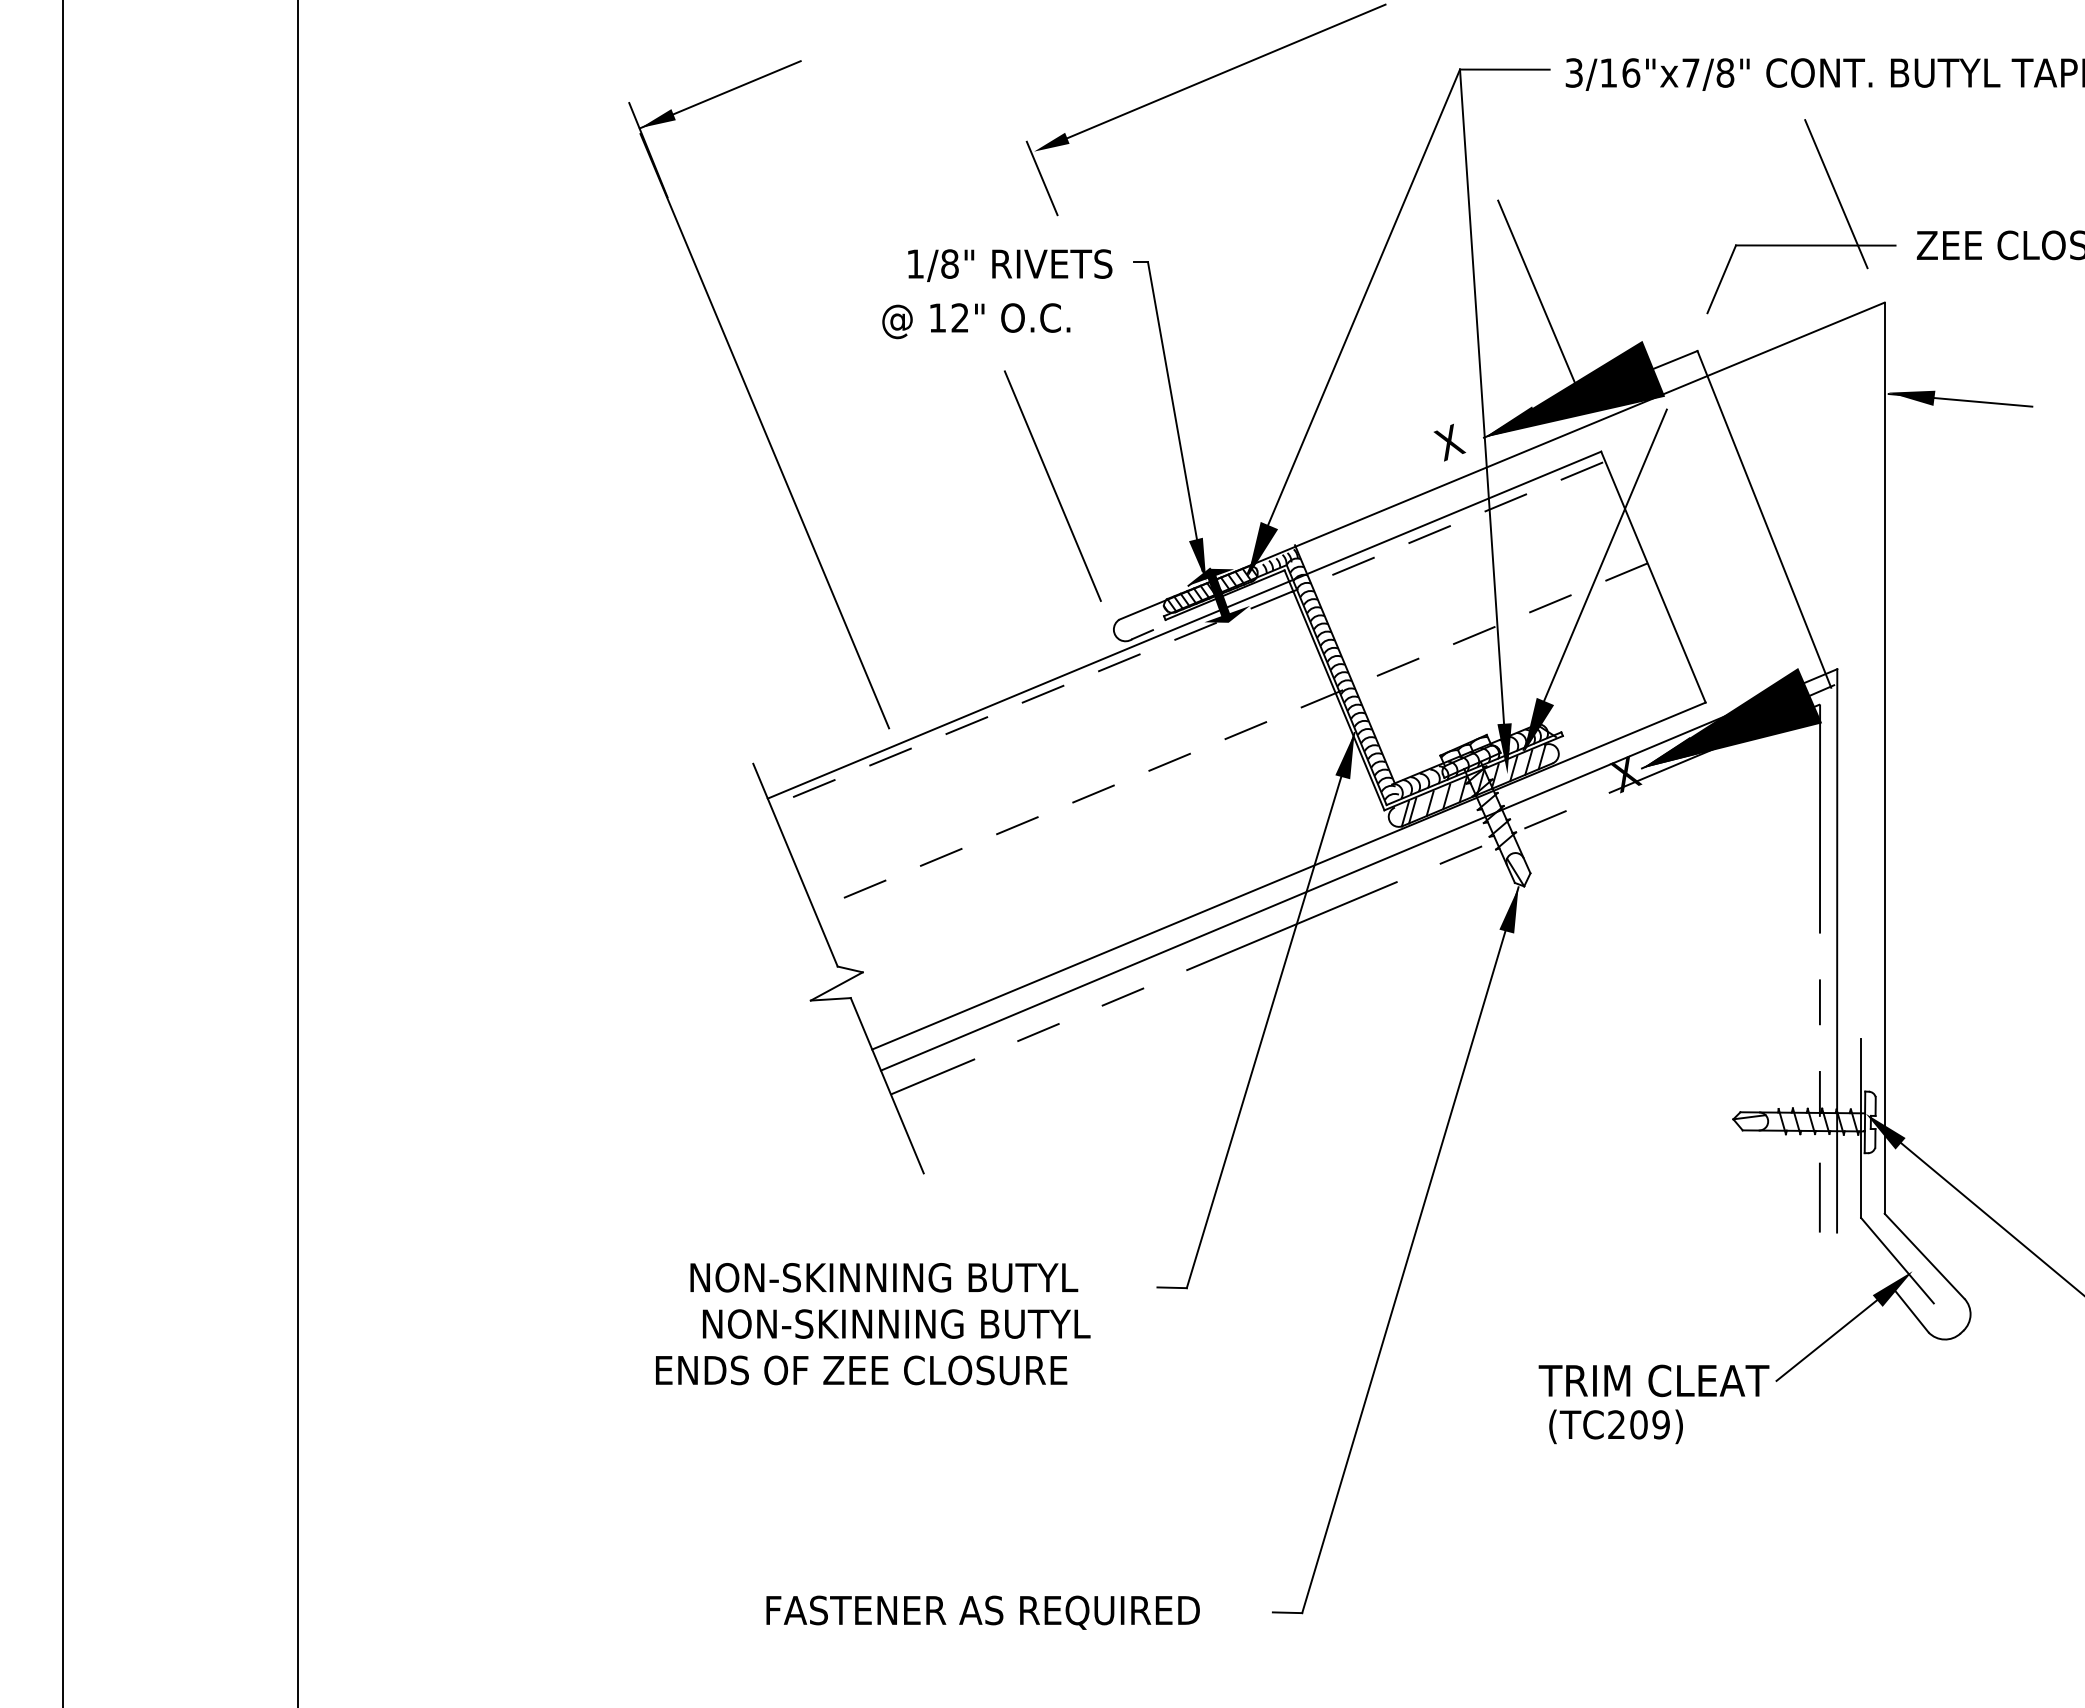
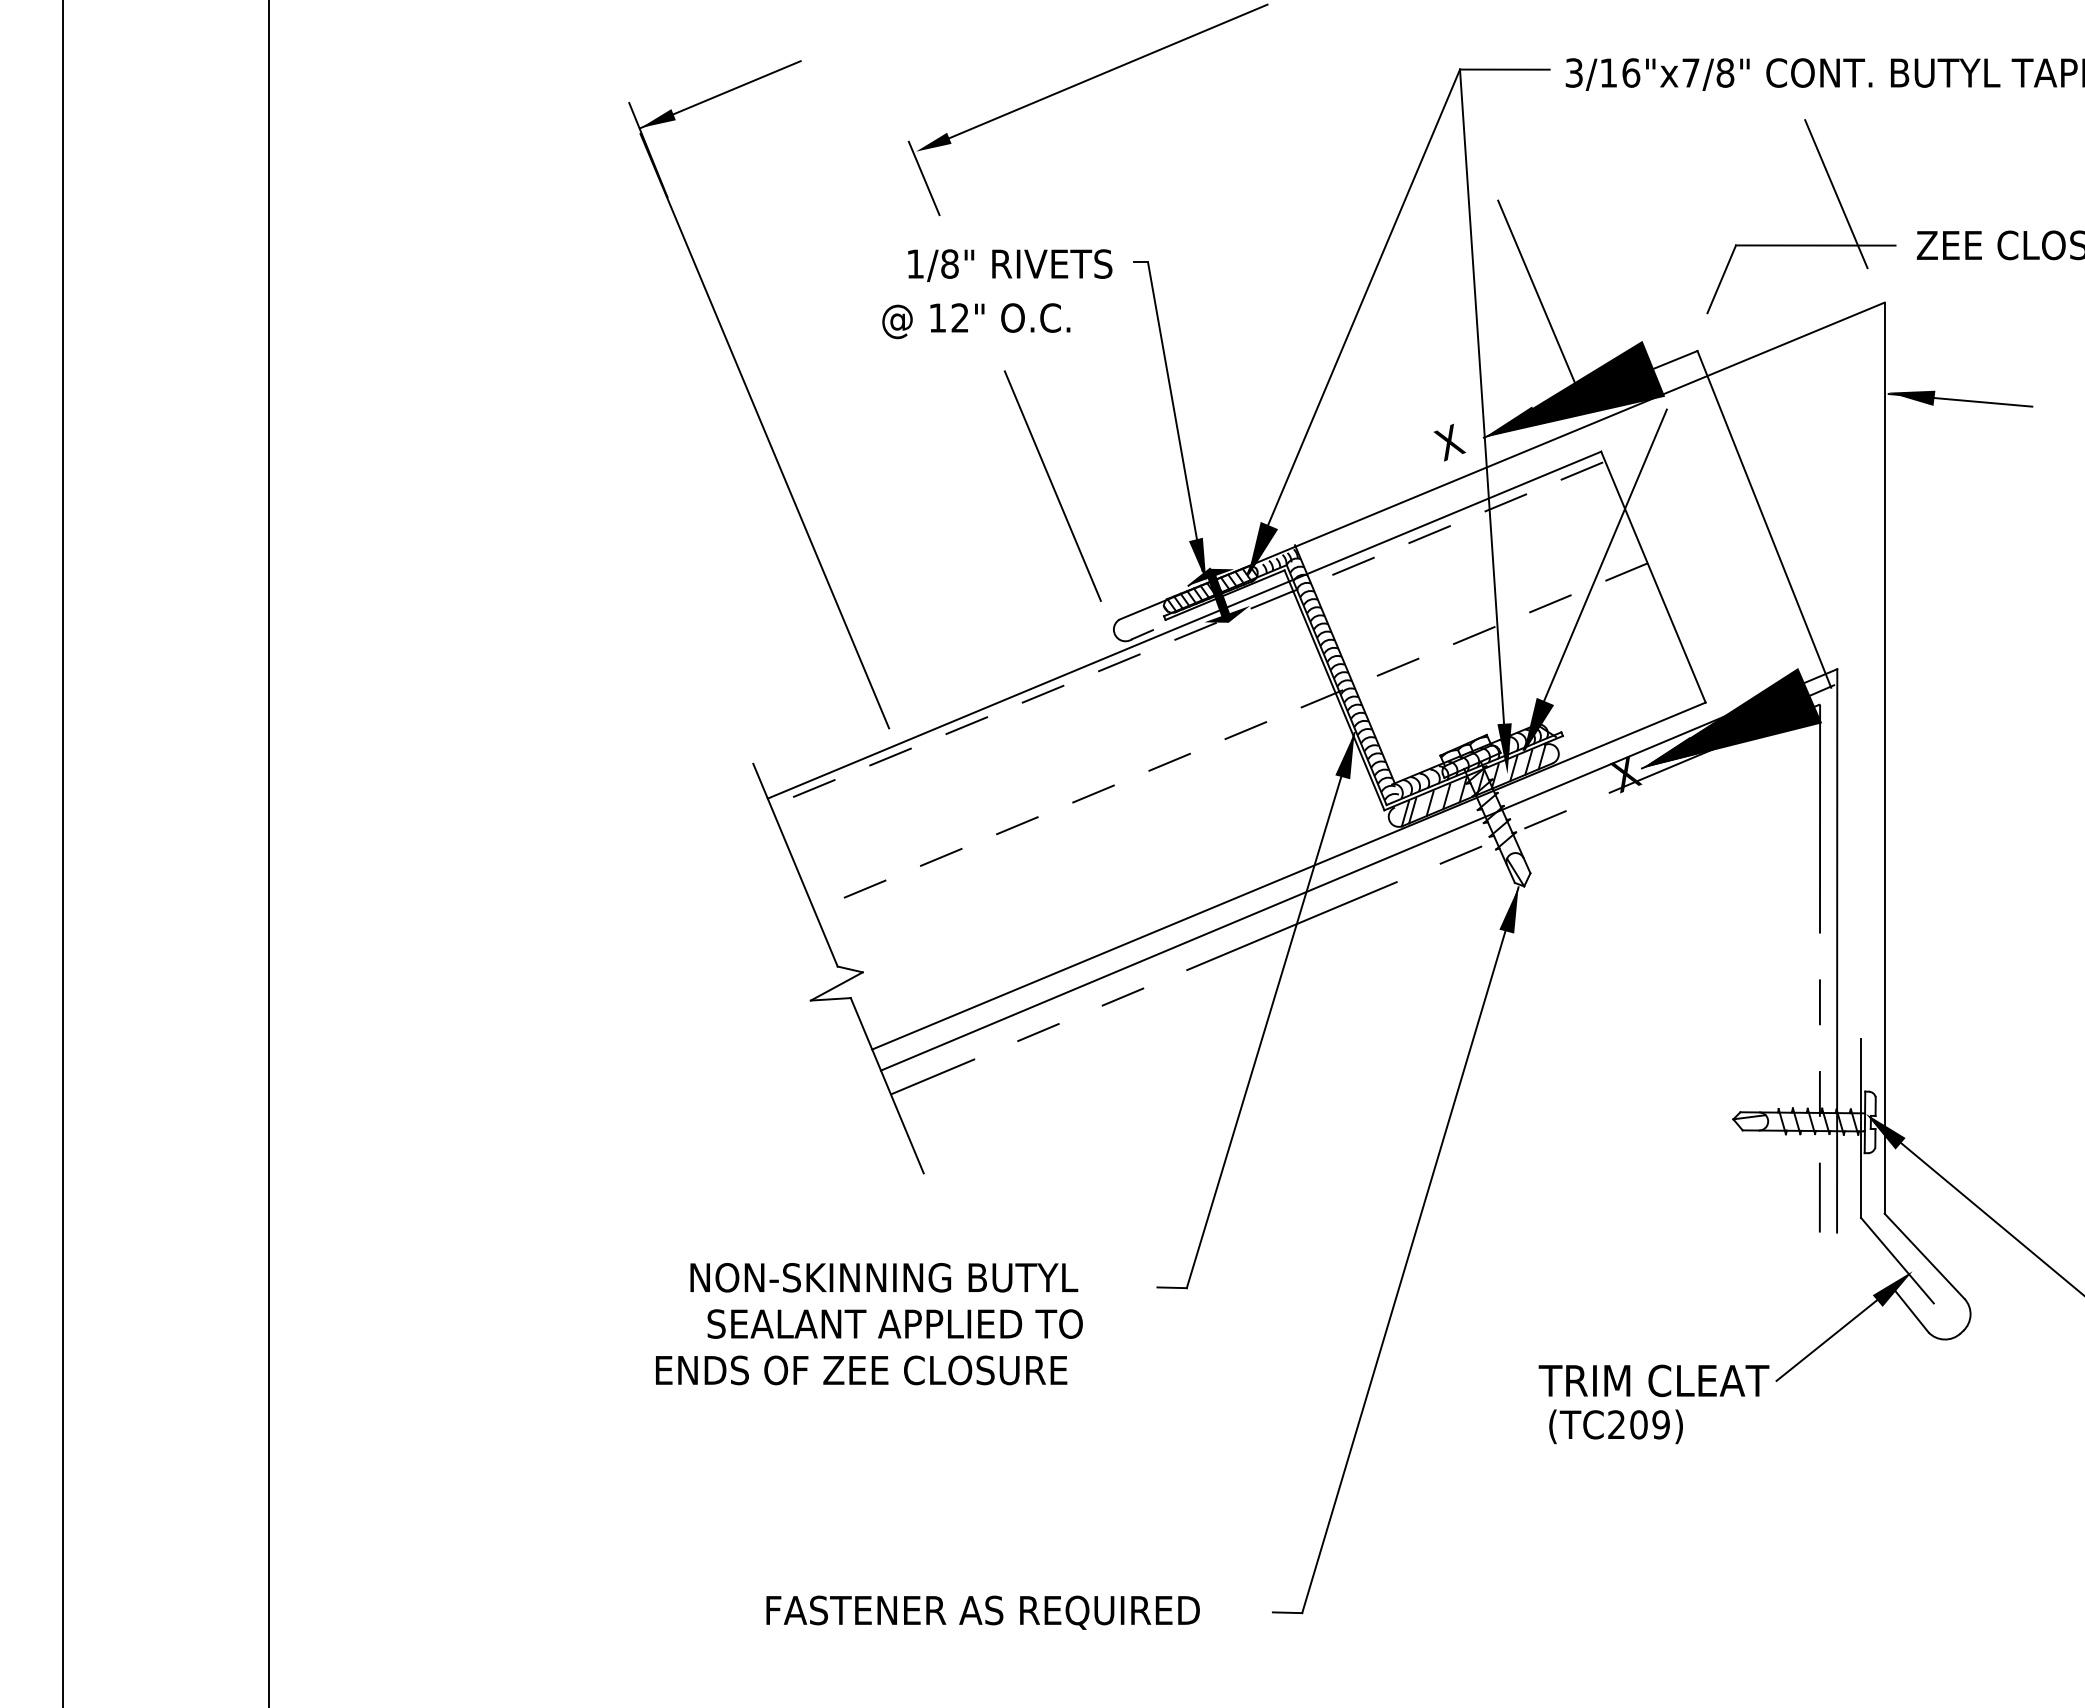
part at (1193, 86) position: (1193, 86) -> (1075, 86)
line at (297, 853) position: (297, 853) -> (268, 853)
text at (896, 1323): NON-SKINNING BUTYL -> SEALANT APPLIED TO
